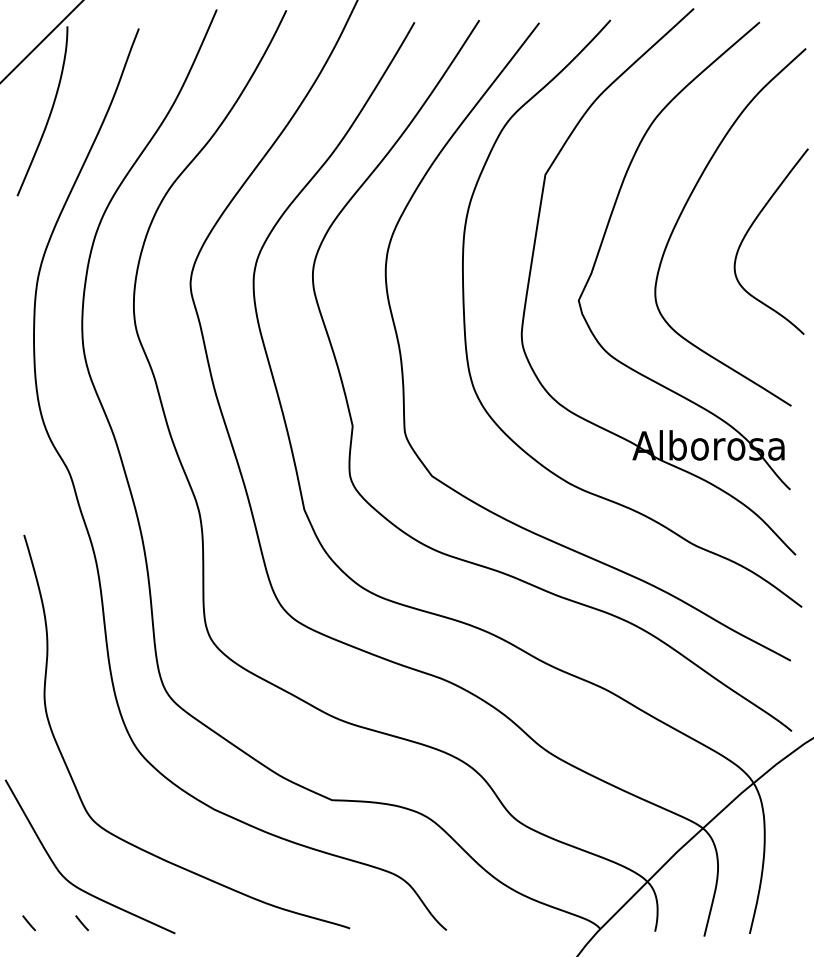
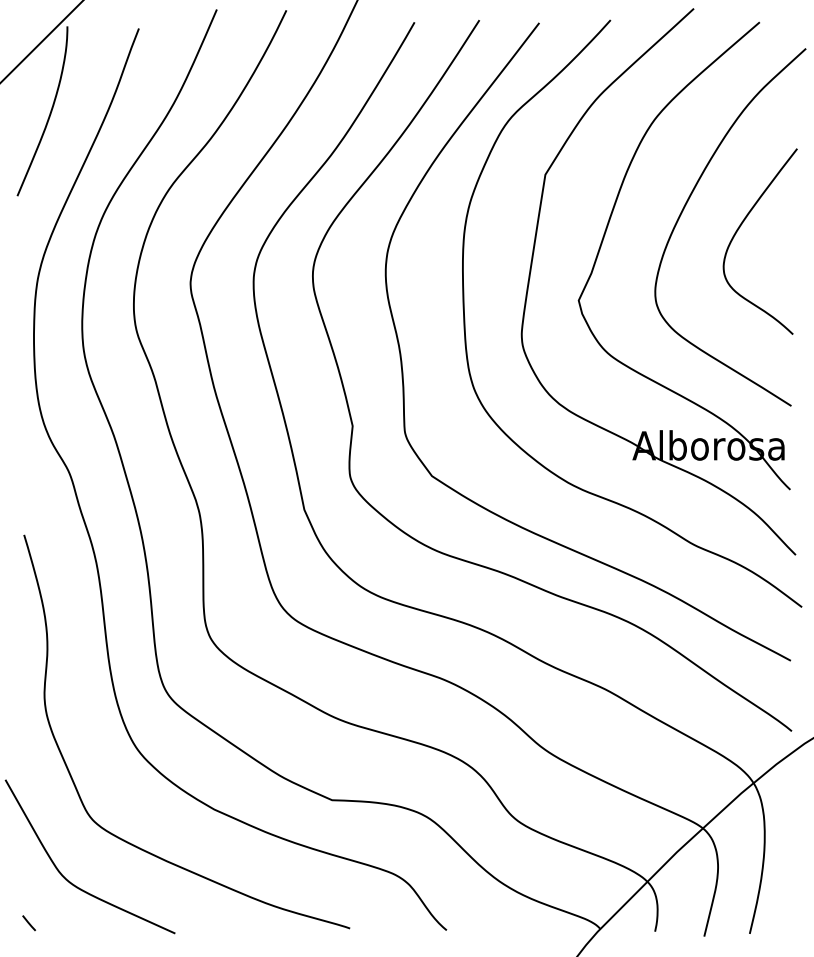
part at (751, 227) position: (751, 227) -> (740, 227)
line at (81, 923): present -> none
